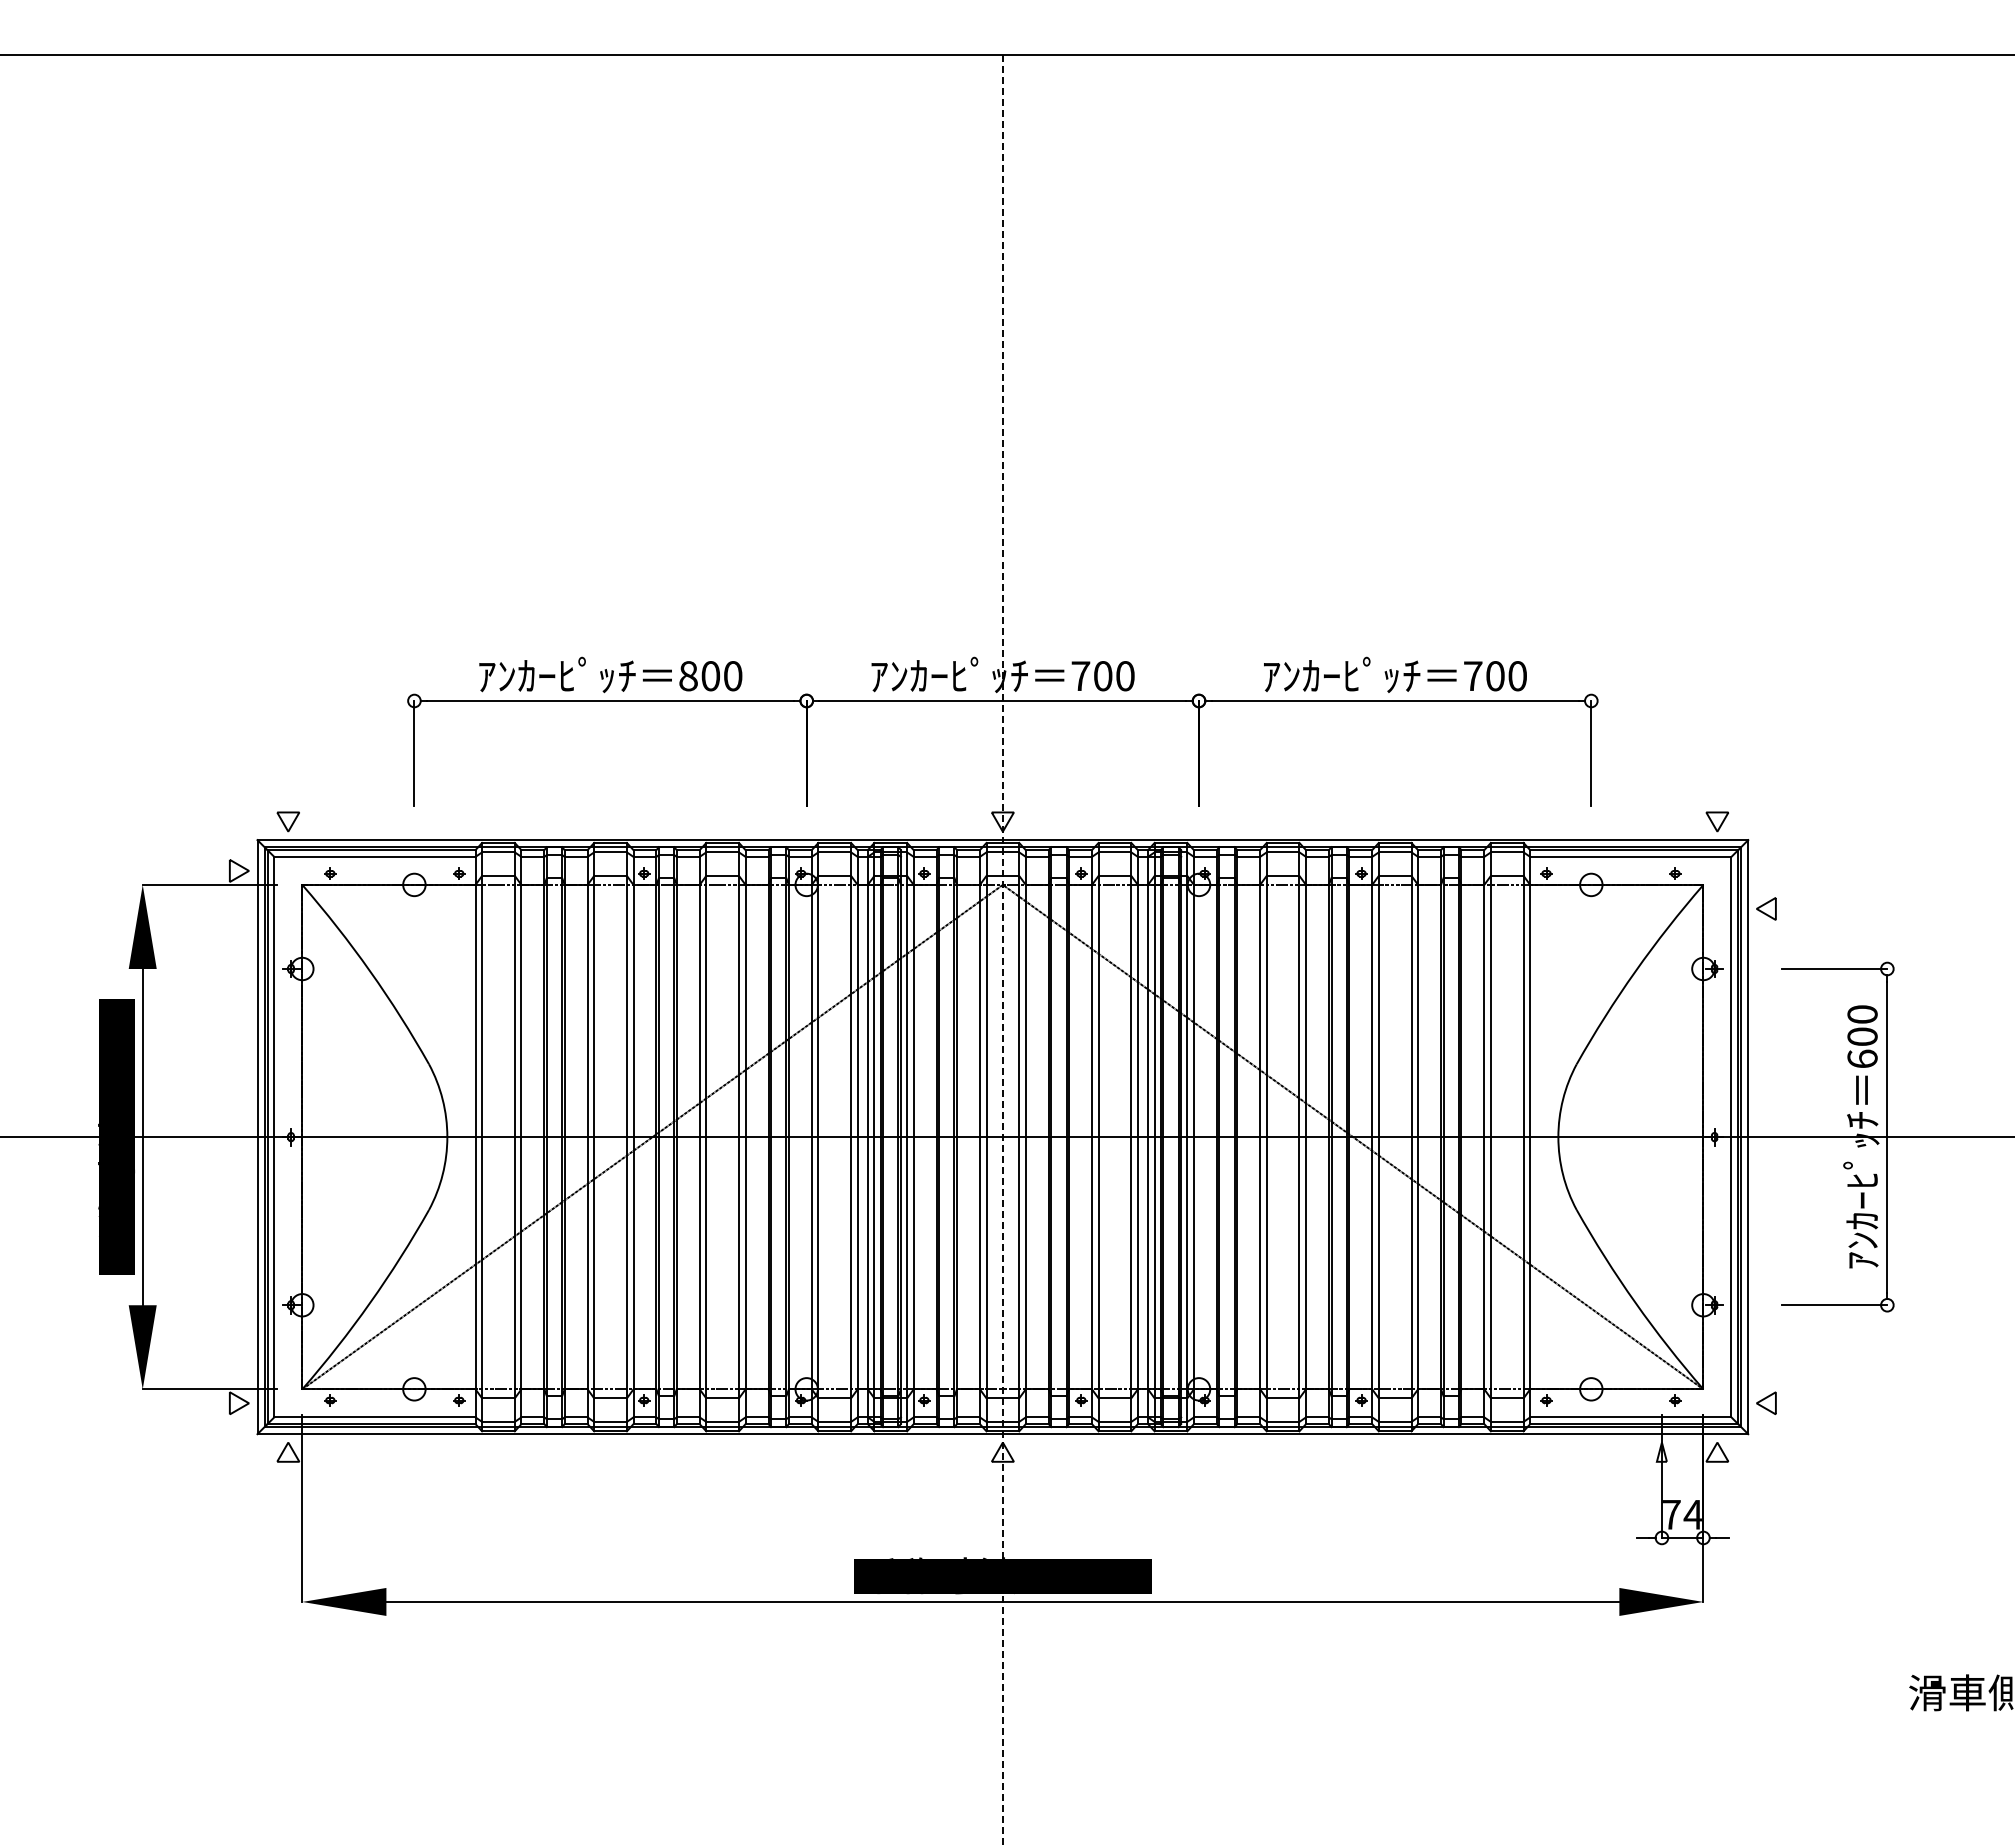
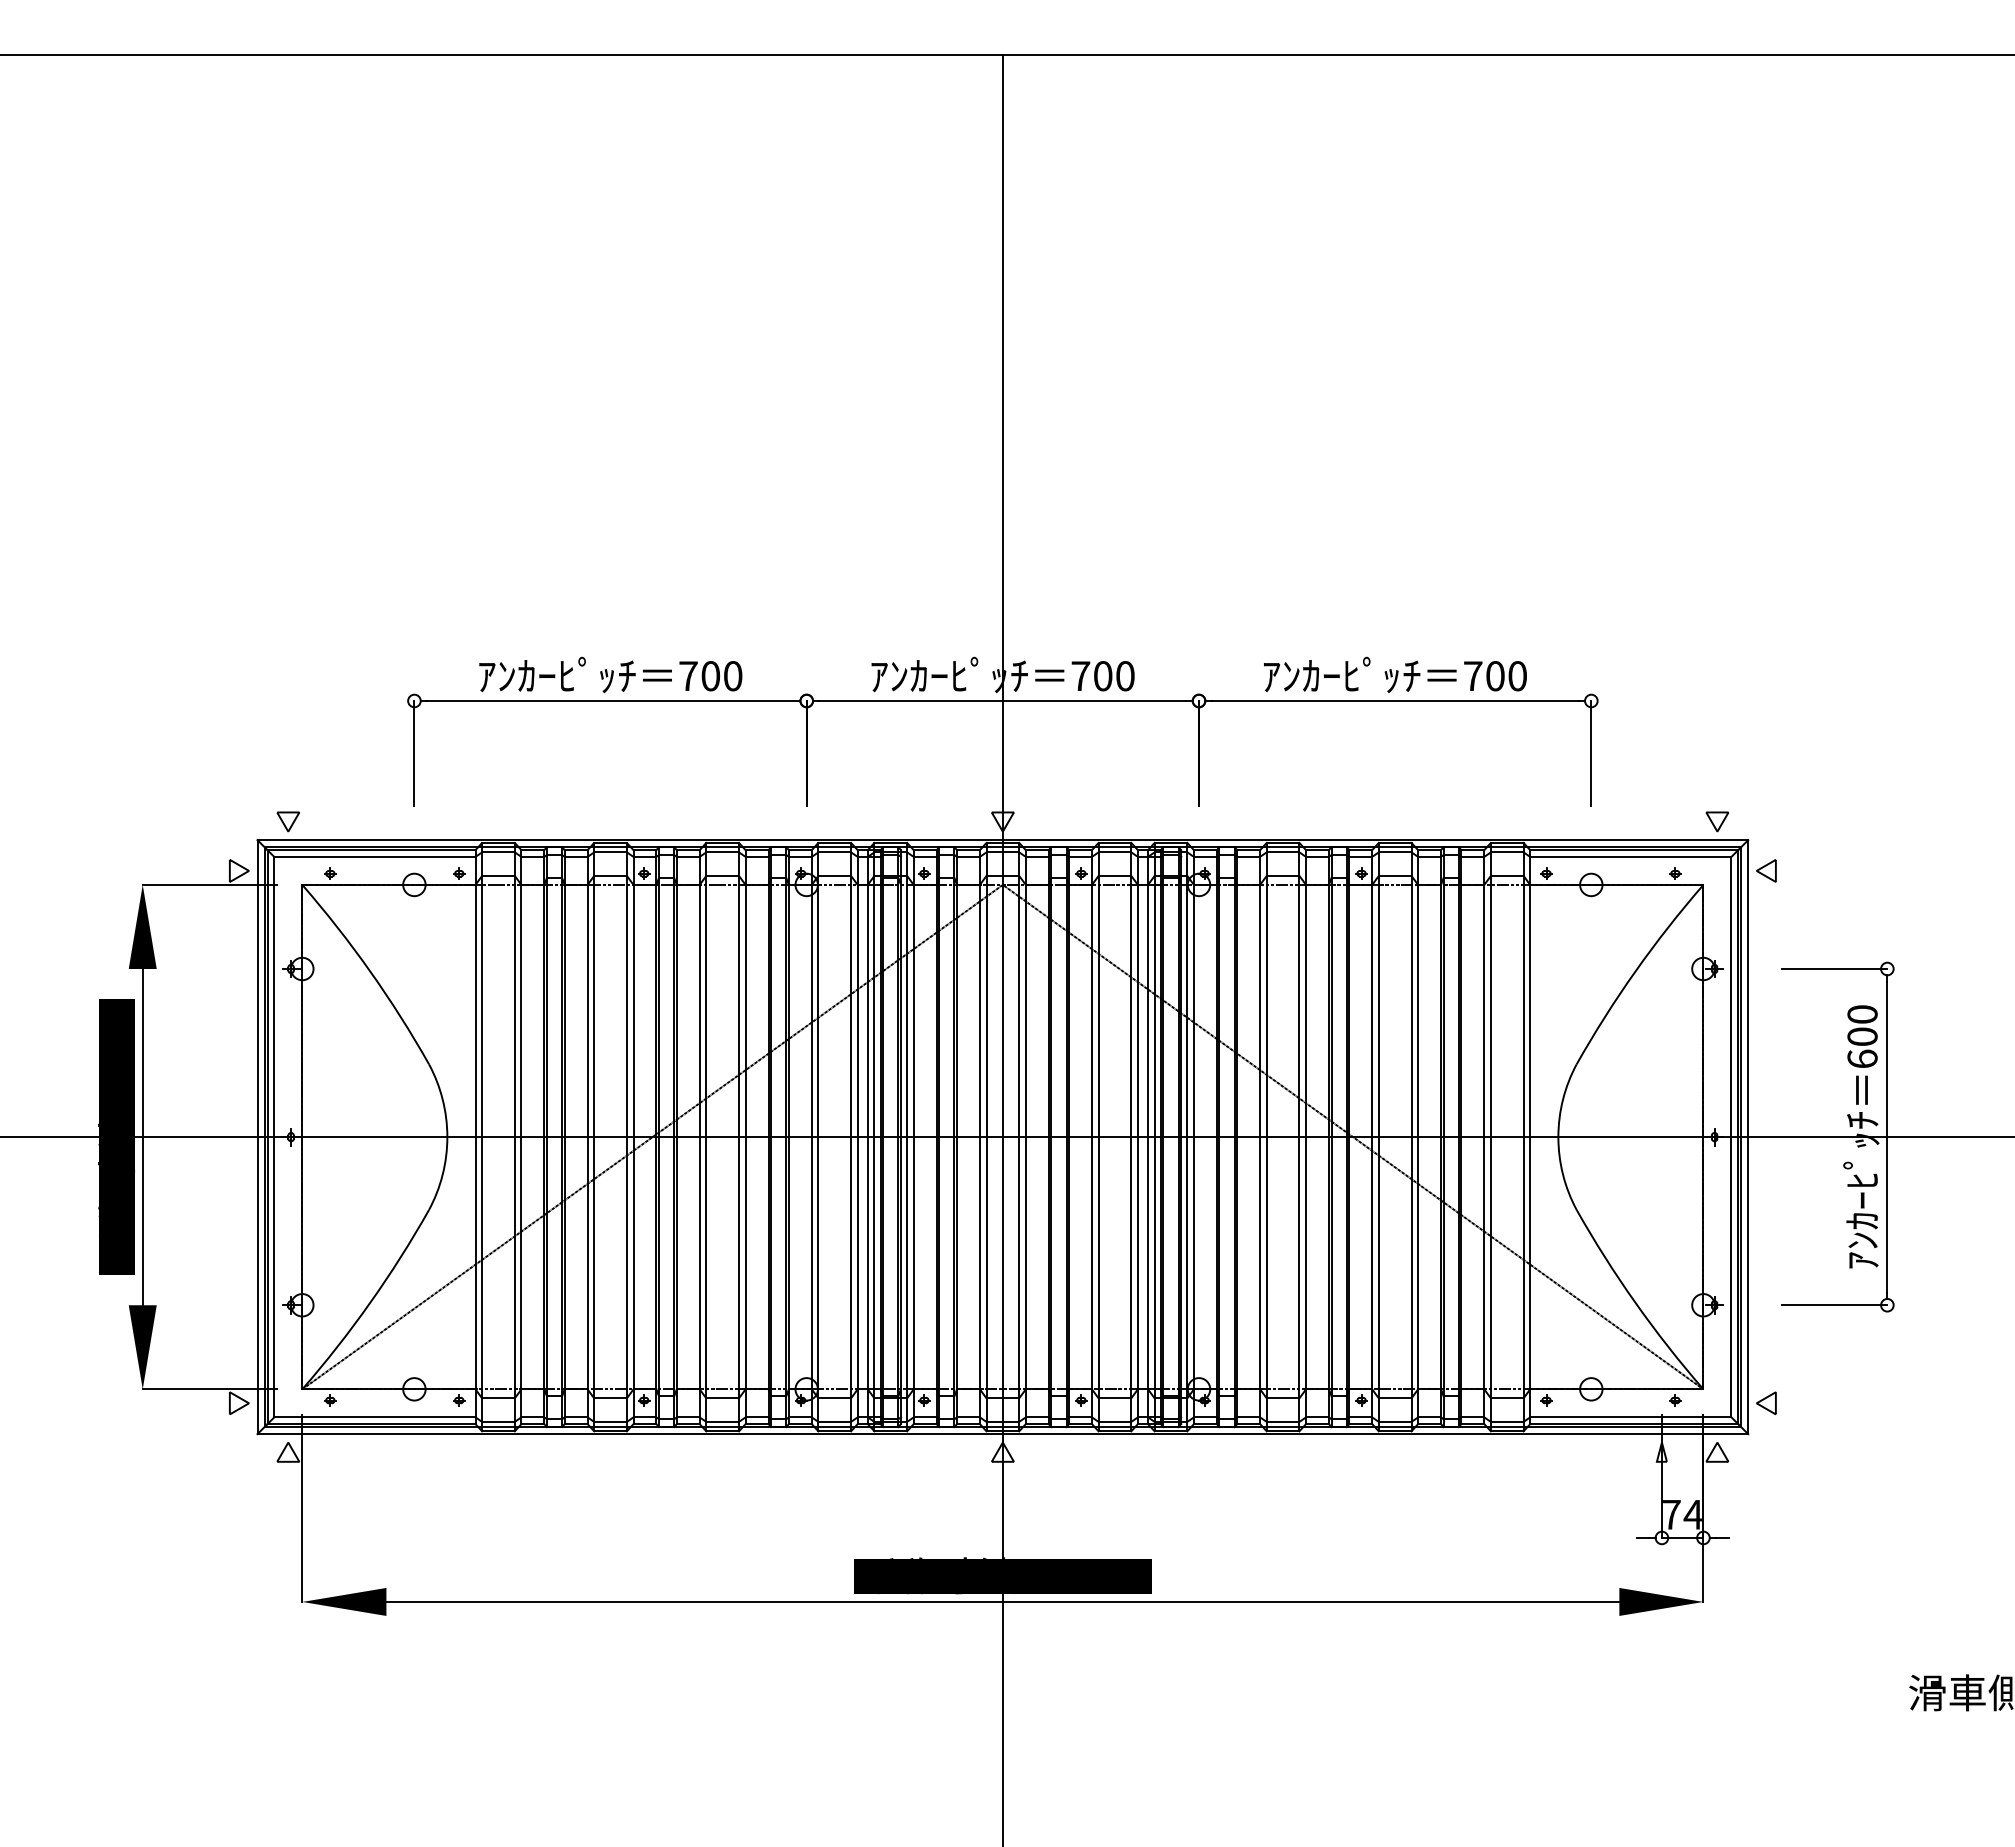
text at (688, 676): 800 -> 700
part at (1766, 908) position: (1766, 908) -> (1766, 870)
line at (1002, 951): dashed -> solid
